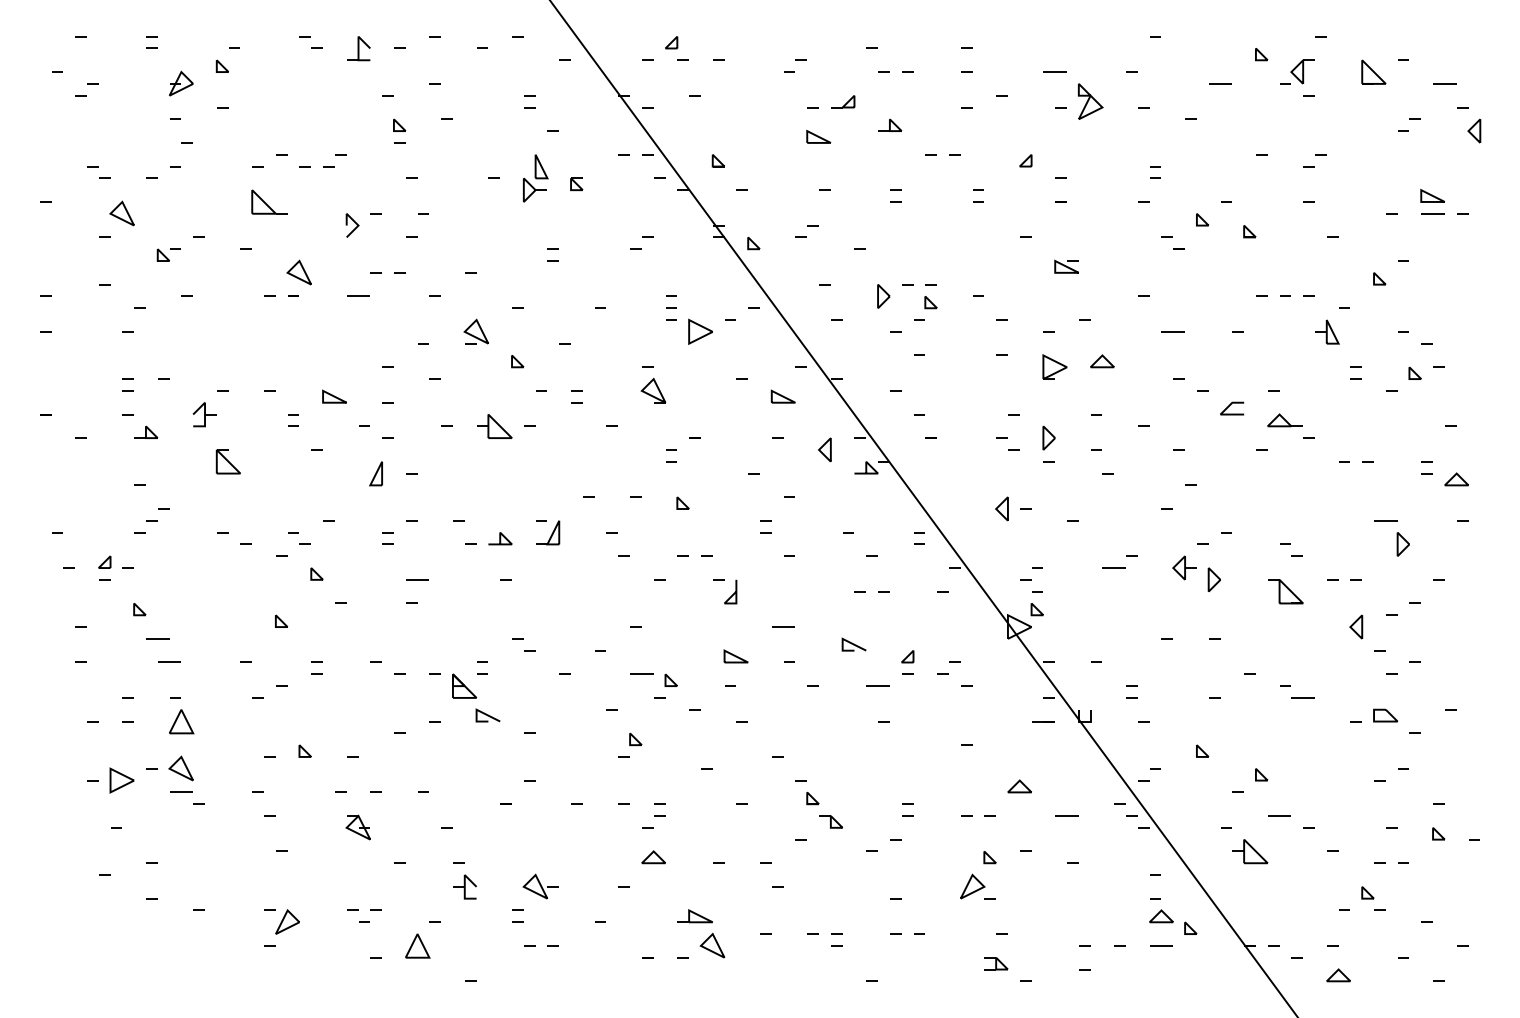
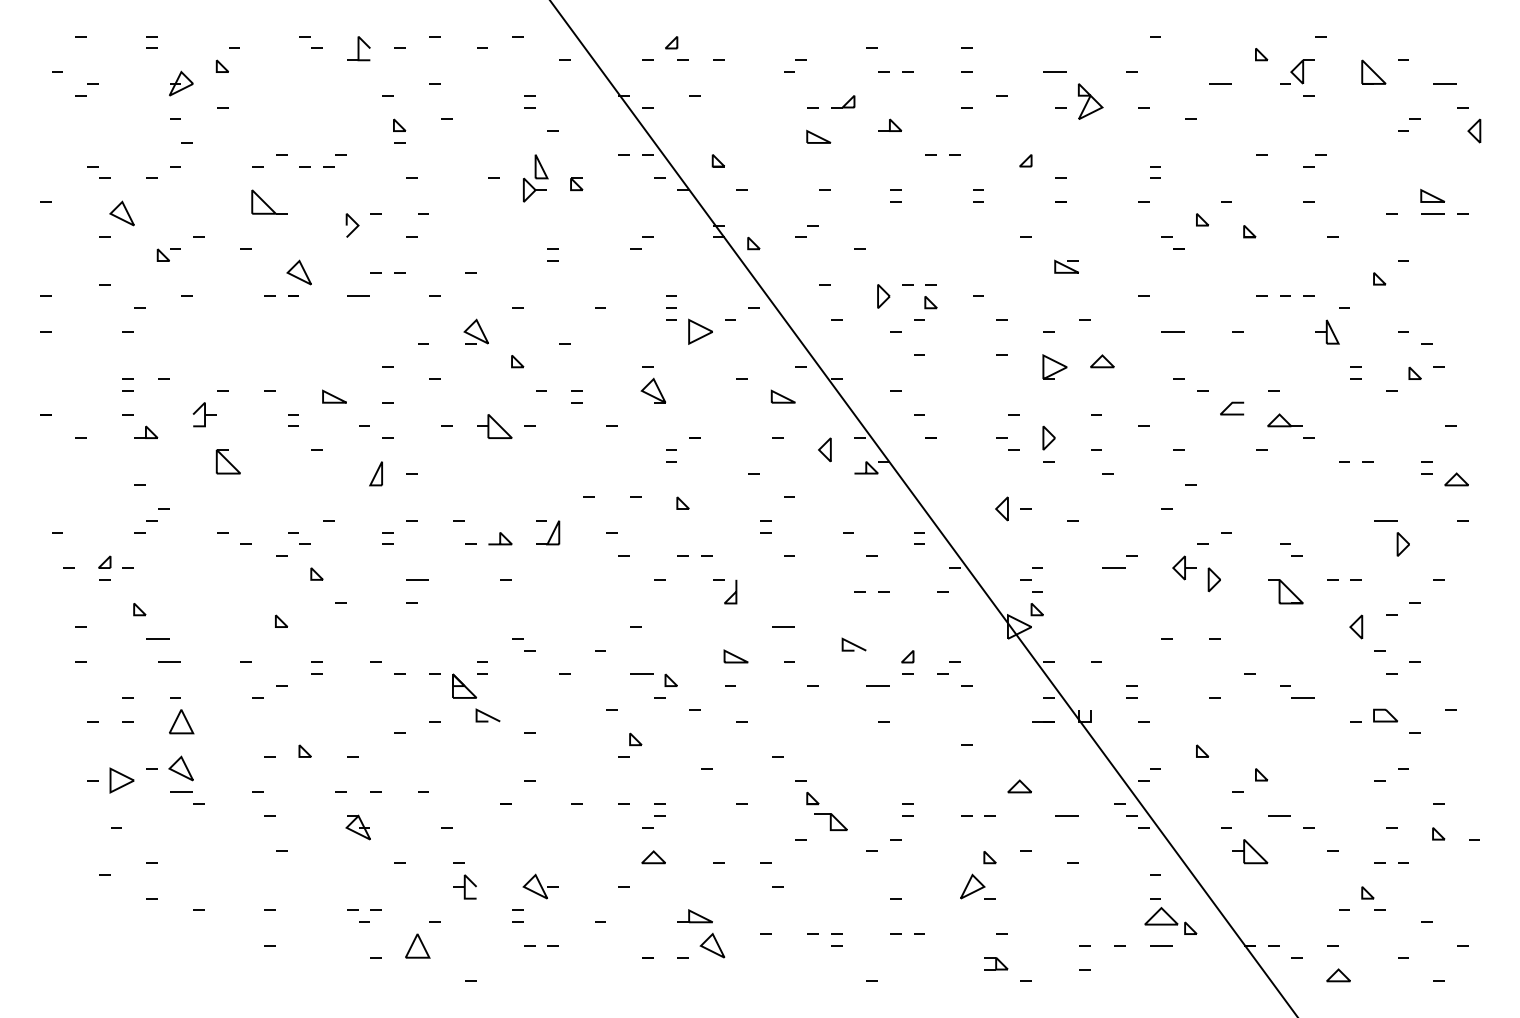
part at (830, 821) size: 24x14 px -> 34x18 px
part at (1161, 916) size: 25x15 px -> 35x19 px
part at (287, 921): present -> none
